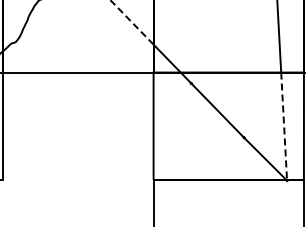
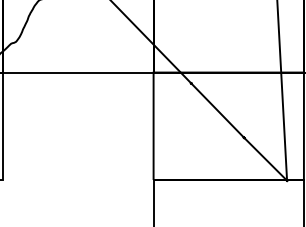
line at (132, 22): dashed -> solid
line at (284, 126): dashed -> solid
